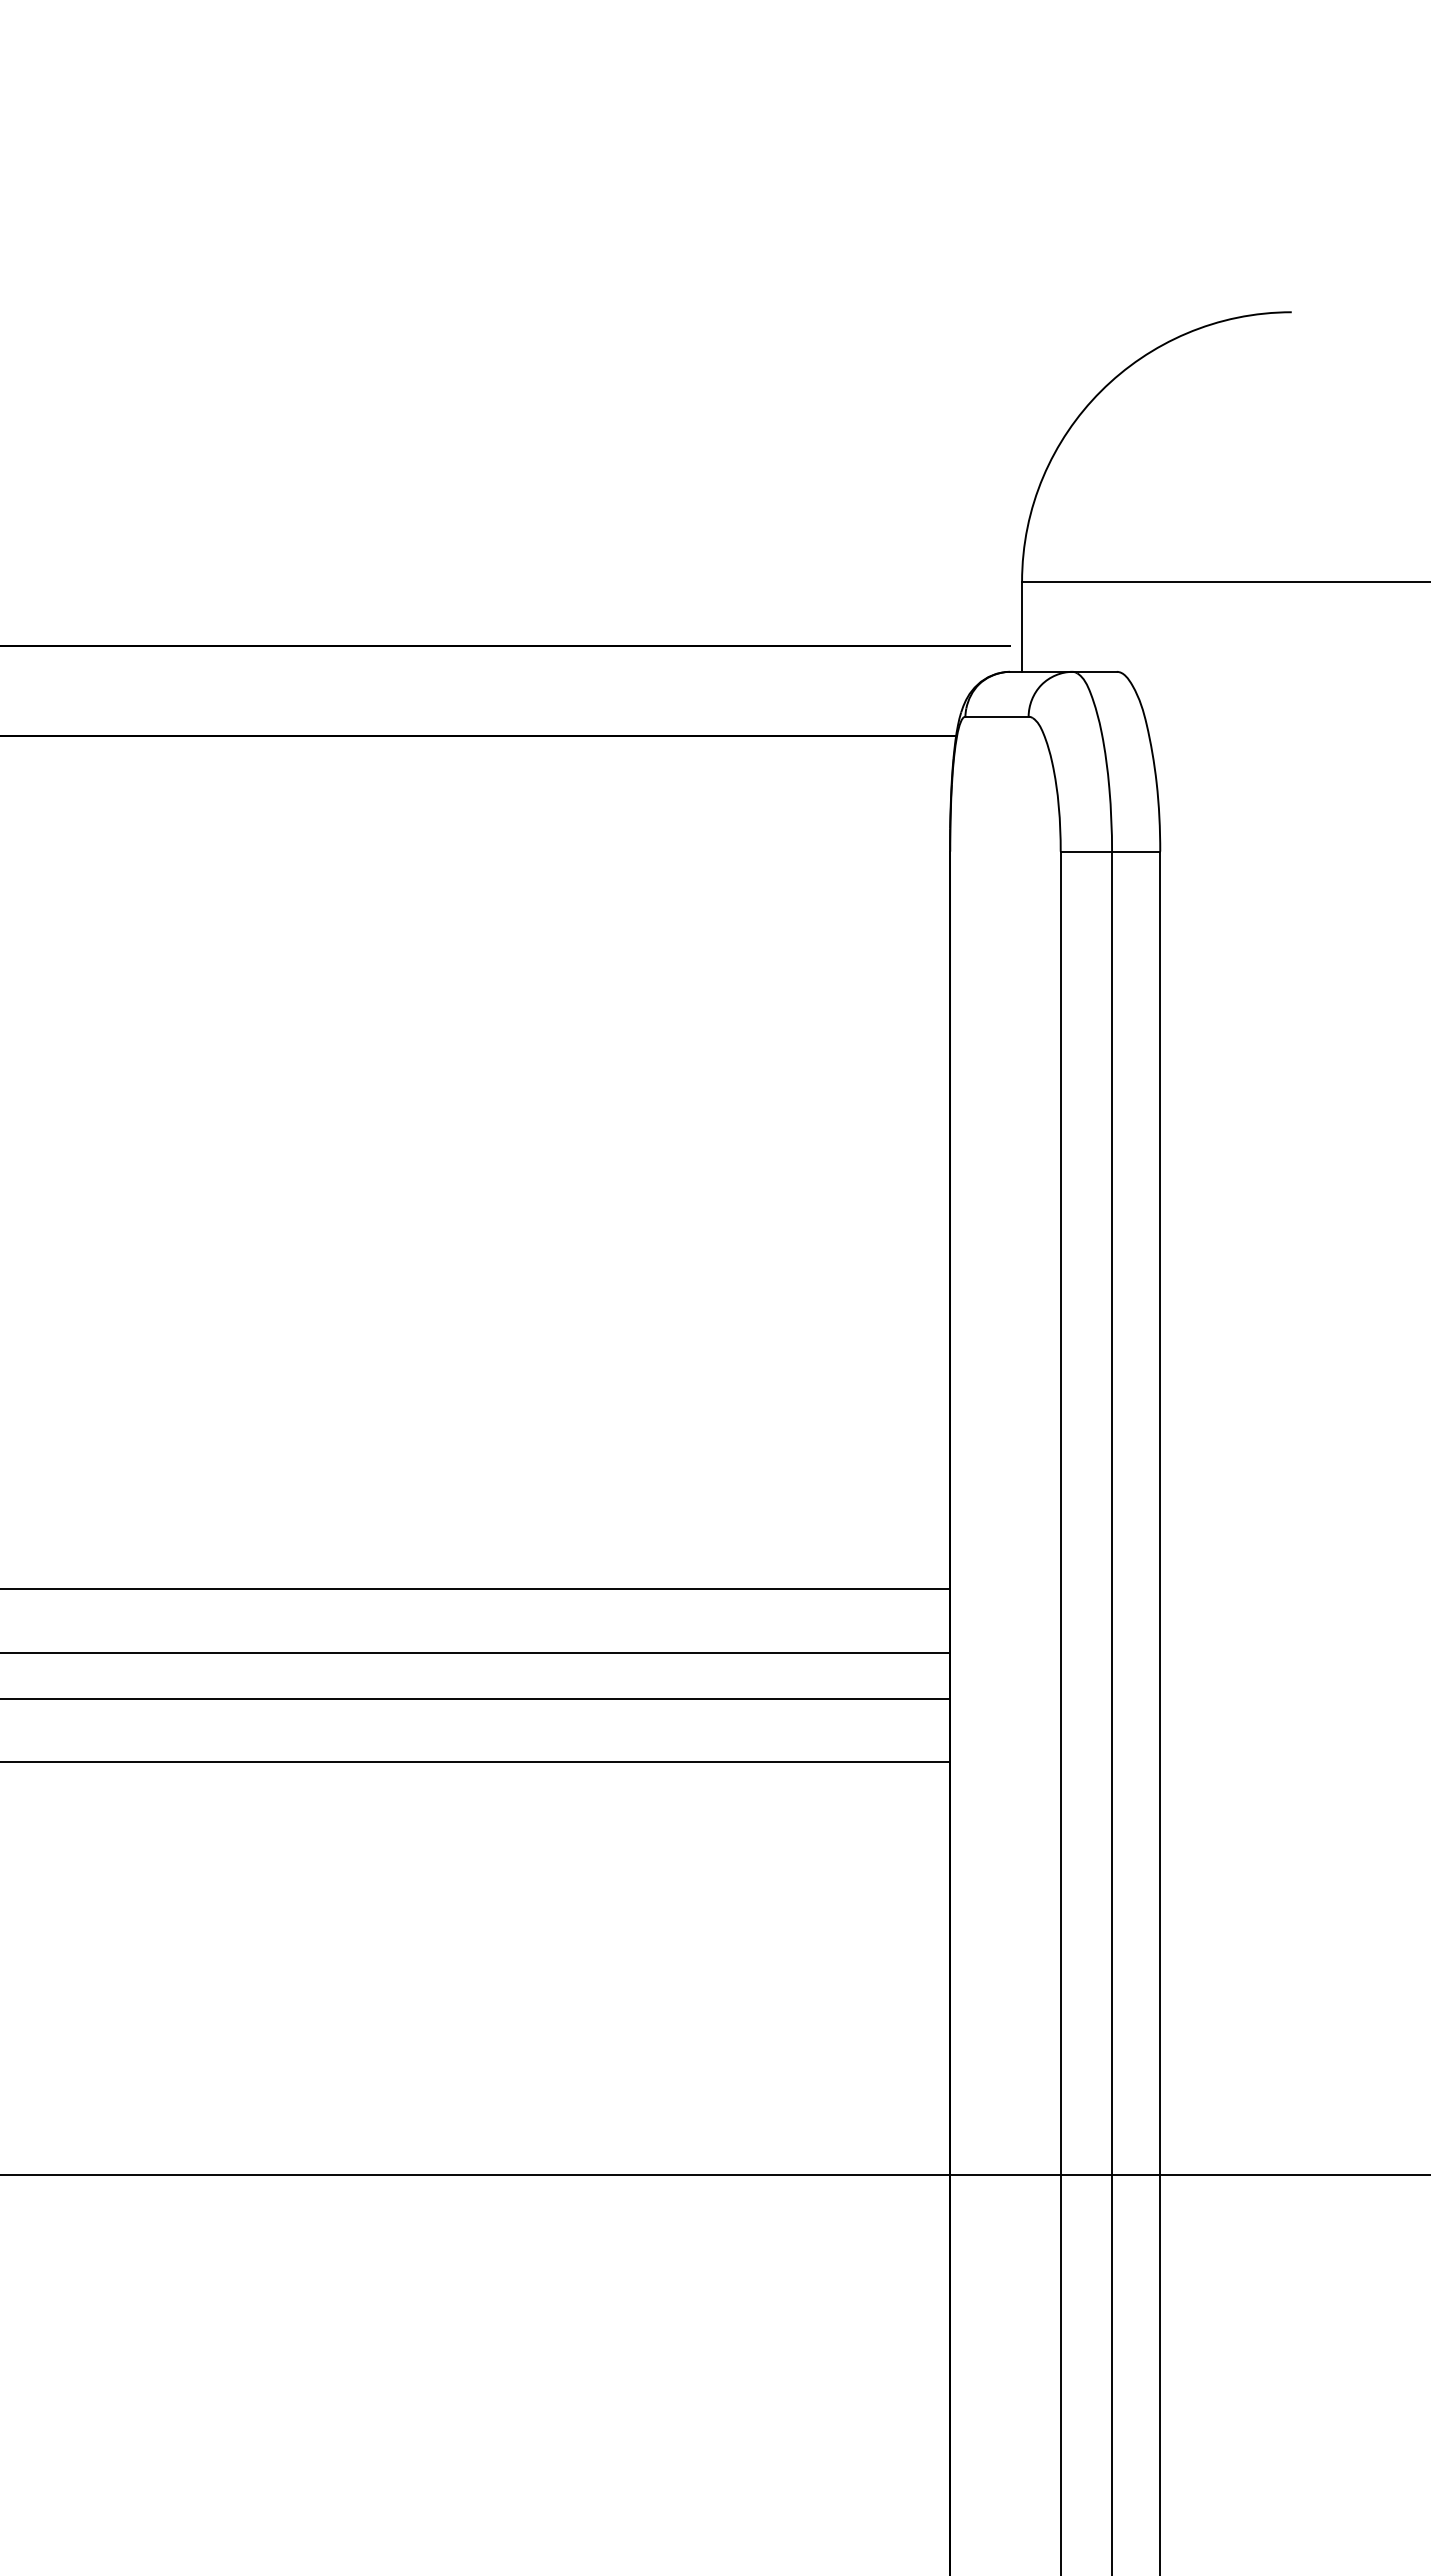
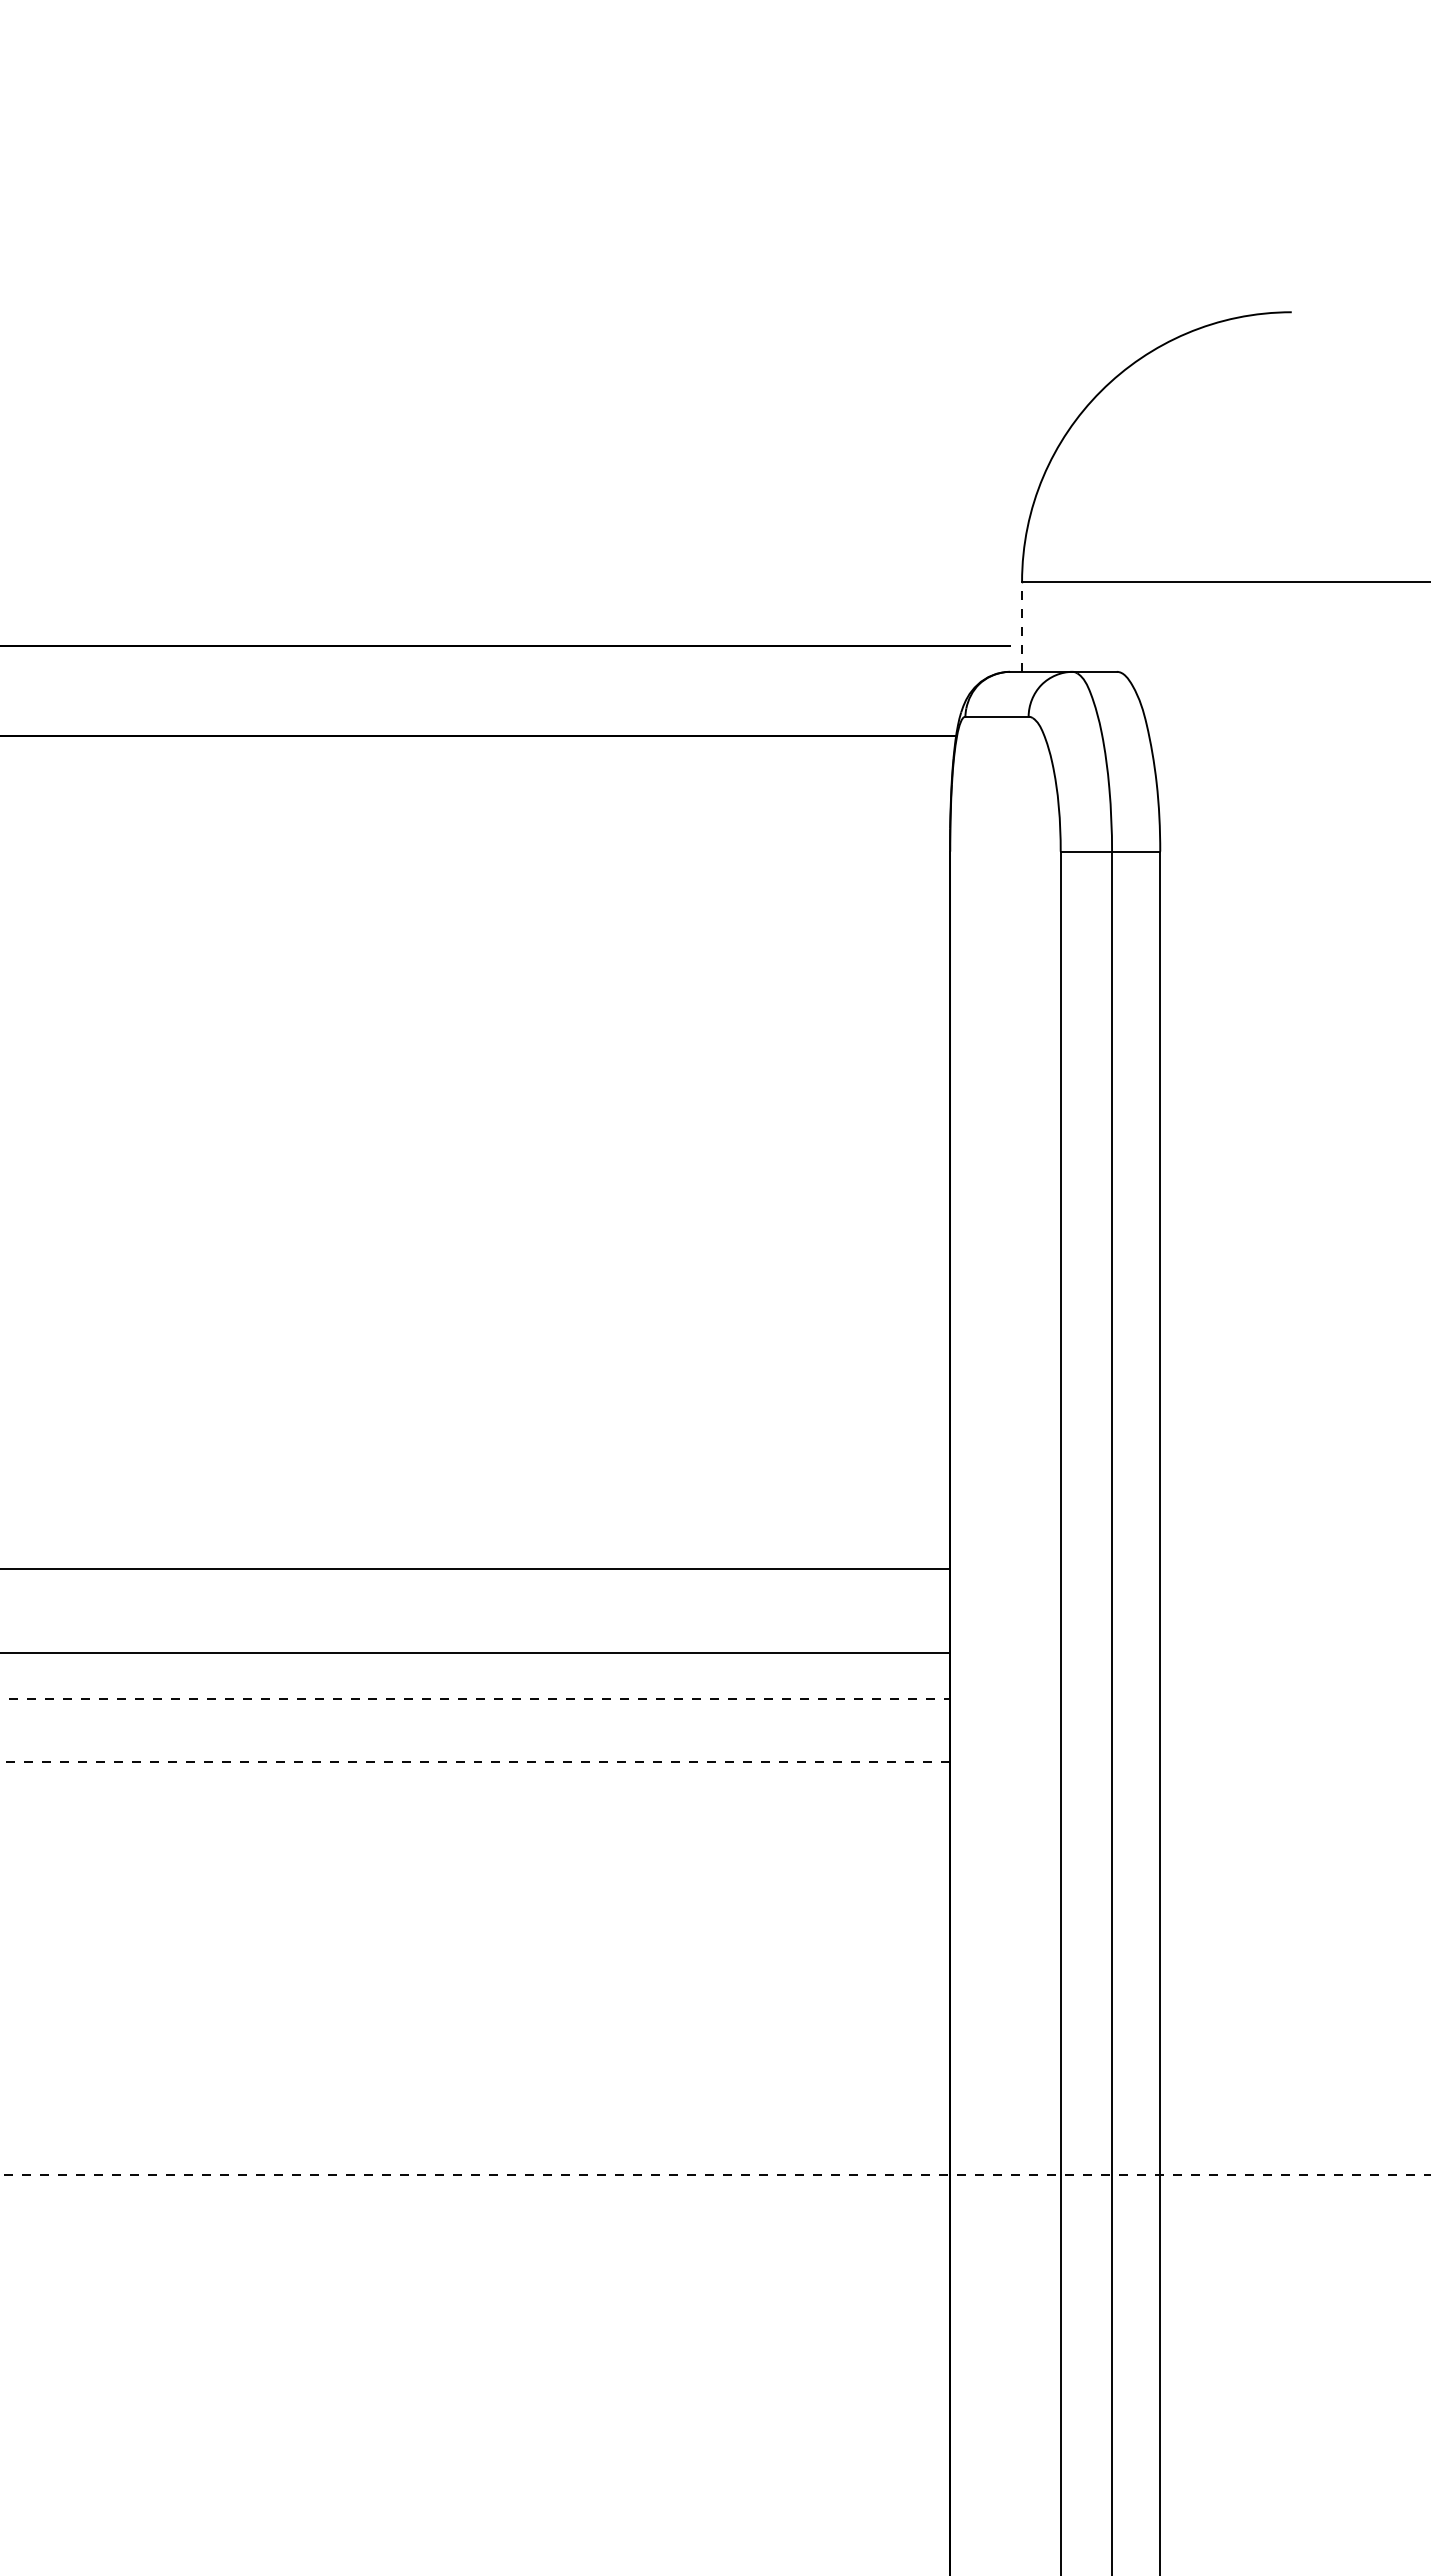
line at (1022, 626): solid -> dashed
line at (475, 1589) position: (475, 1589) -> (475, 1569)
line at (475, 1698): solid -> dashed
line at (474, 1762): solid -> dashed
line at (714, 2174): solid -> dashed
